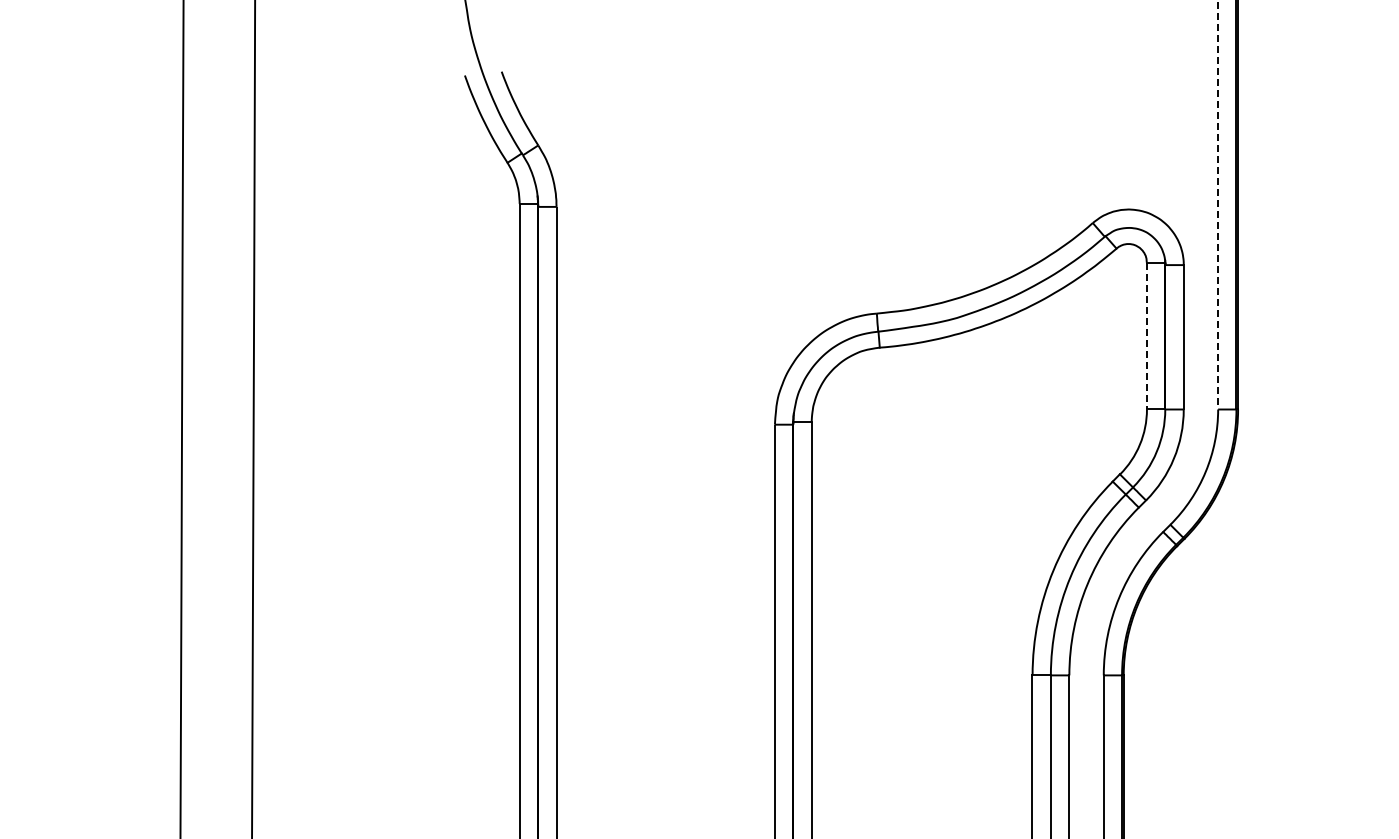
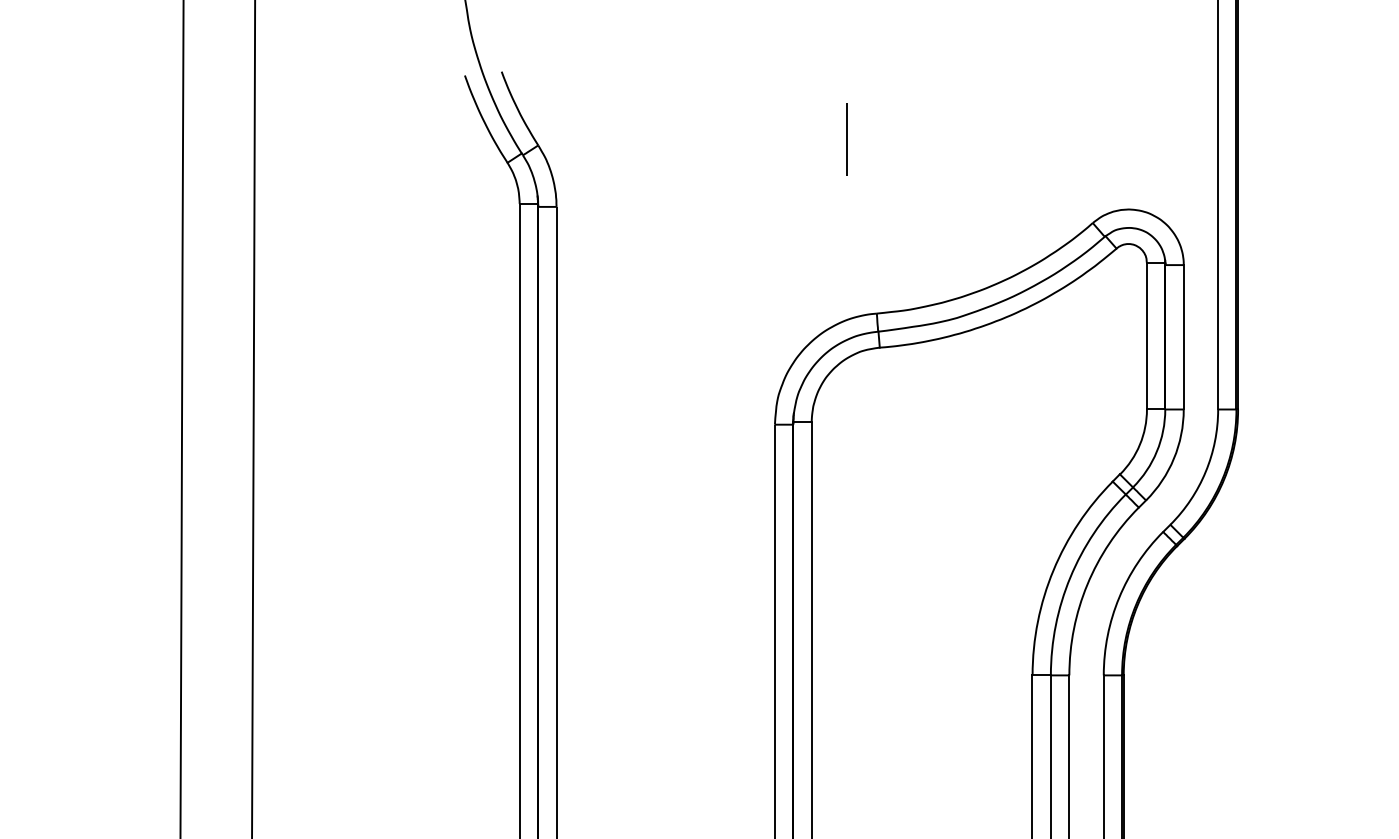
line at (846, 139): none -> present
line at (1218, 205): dashed -> solid
line at (1146, 336): dashed -> solid
